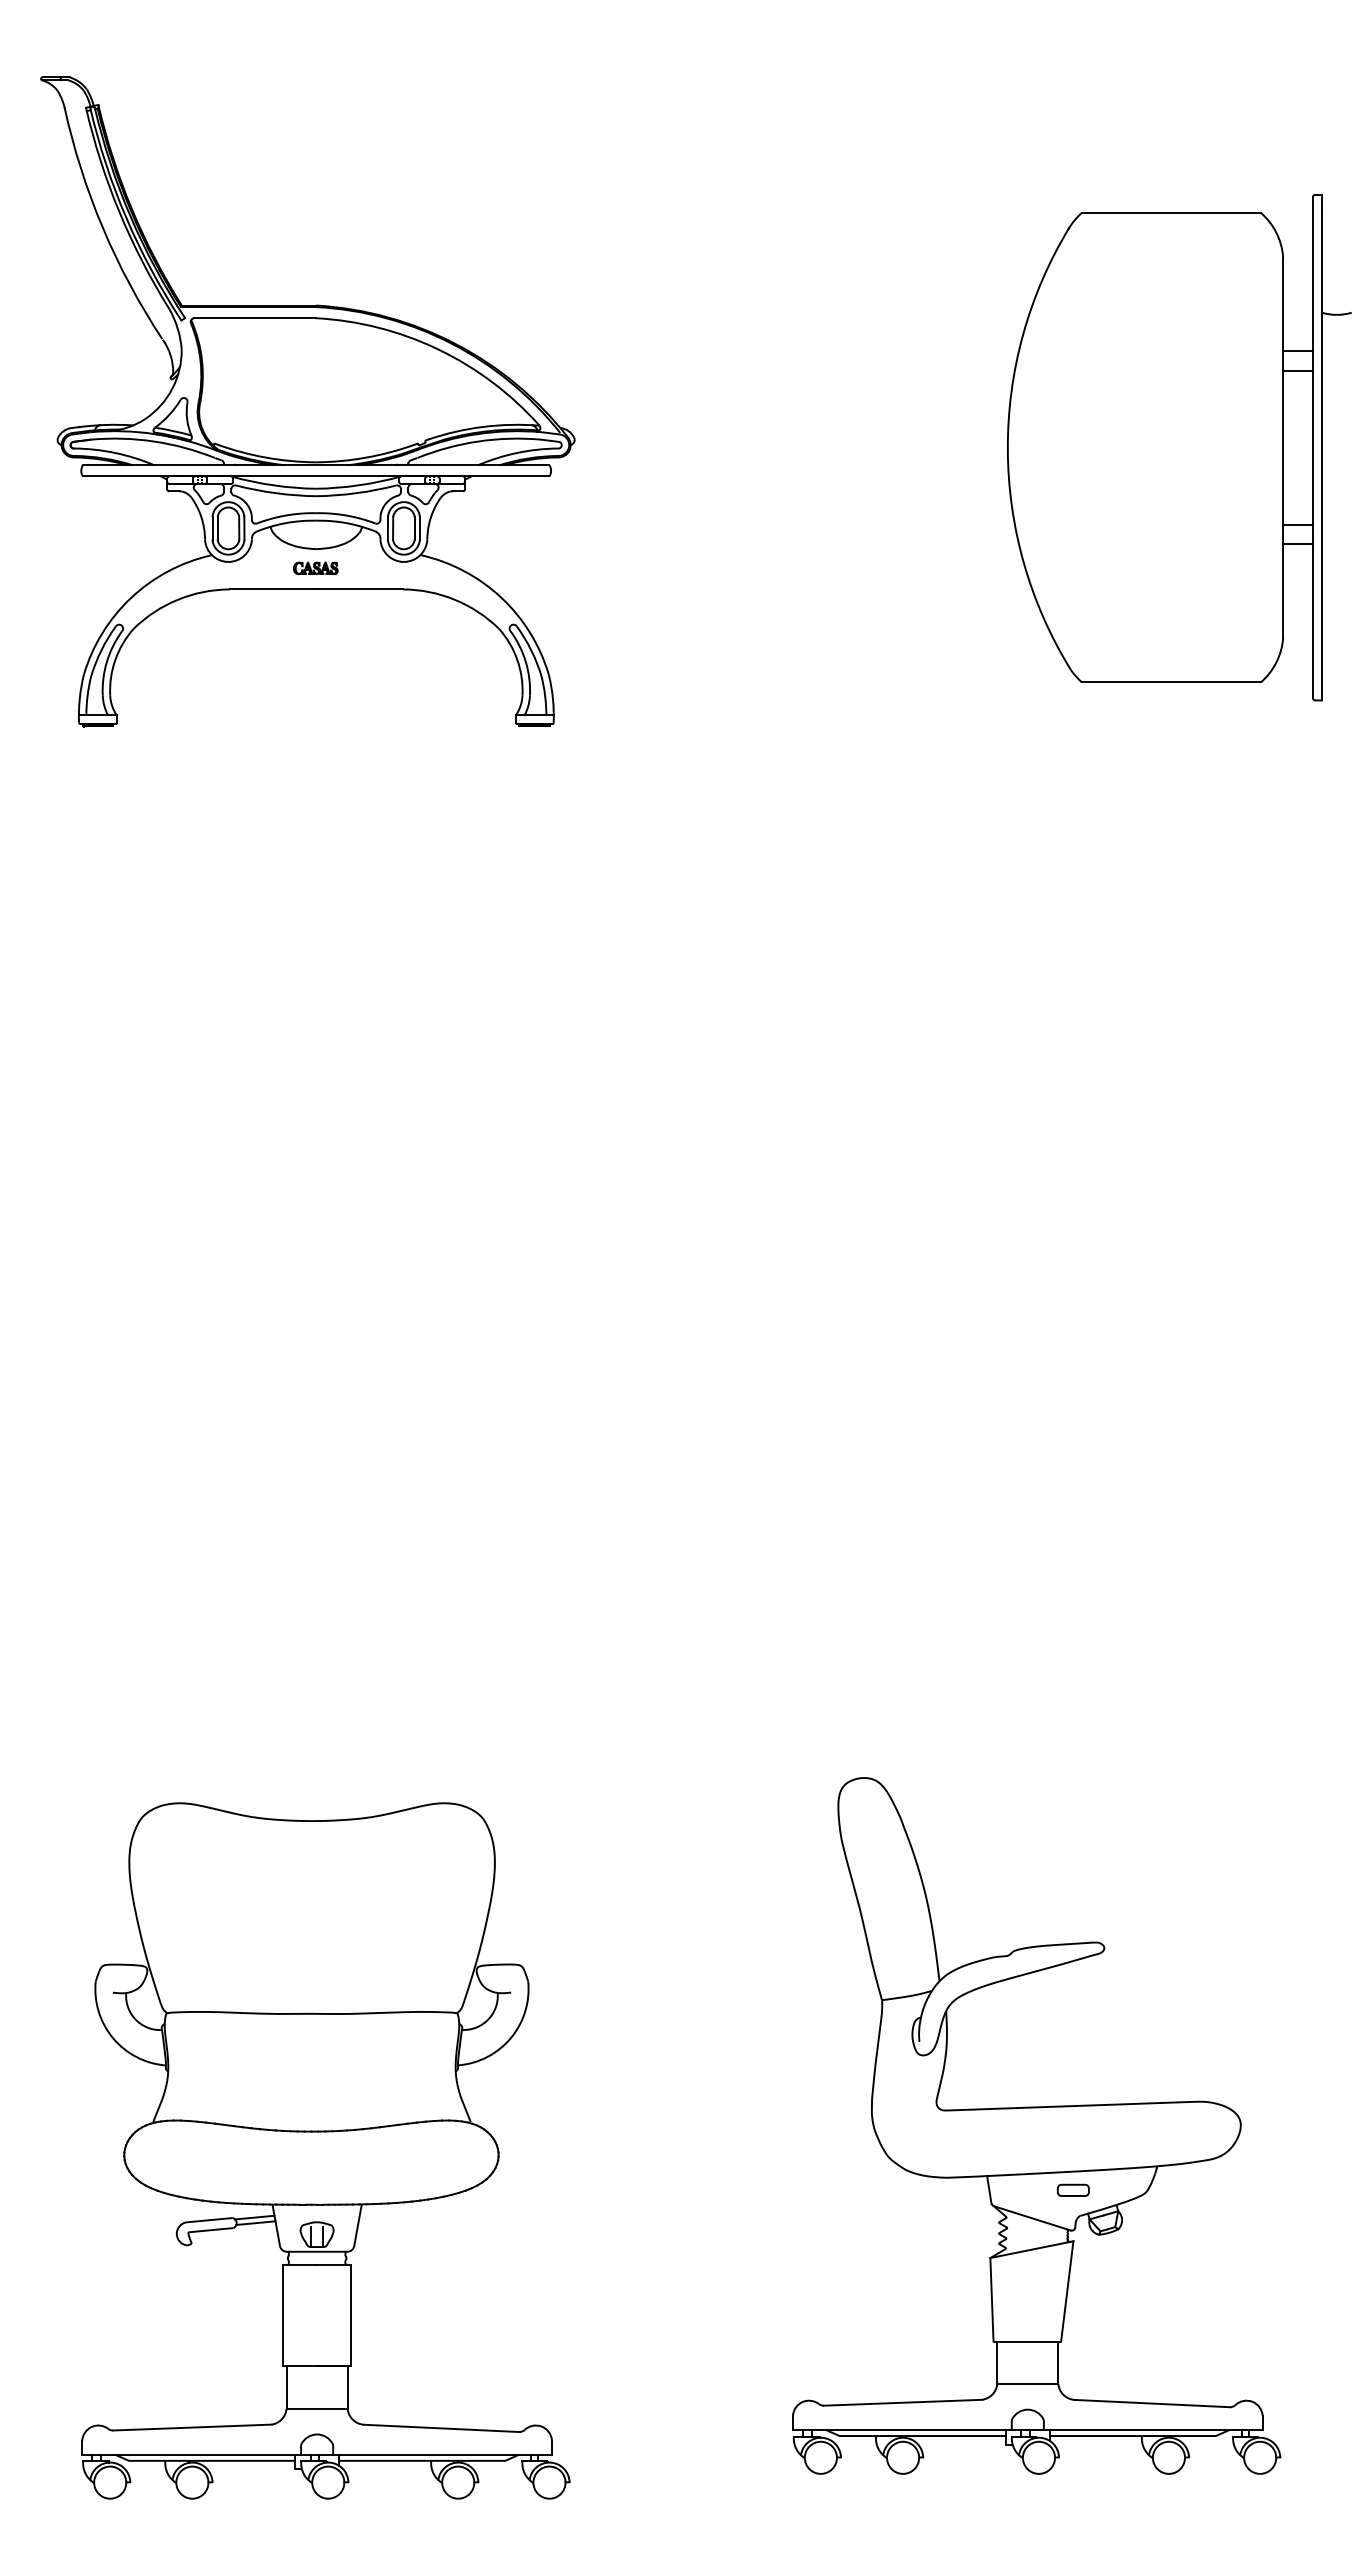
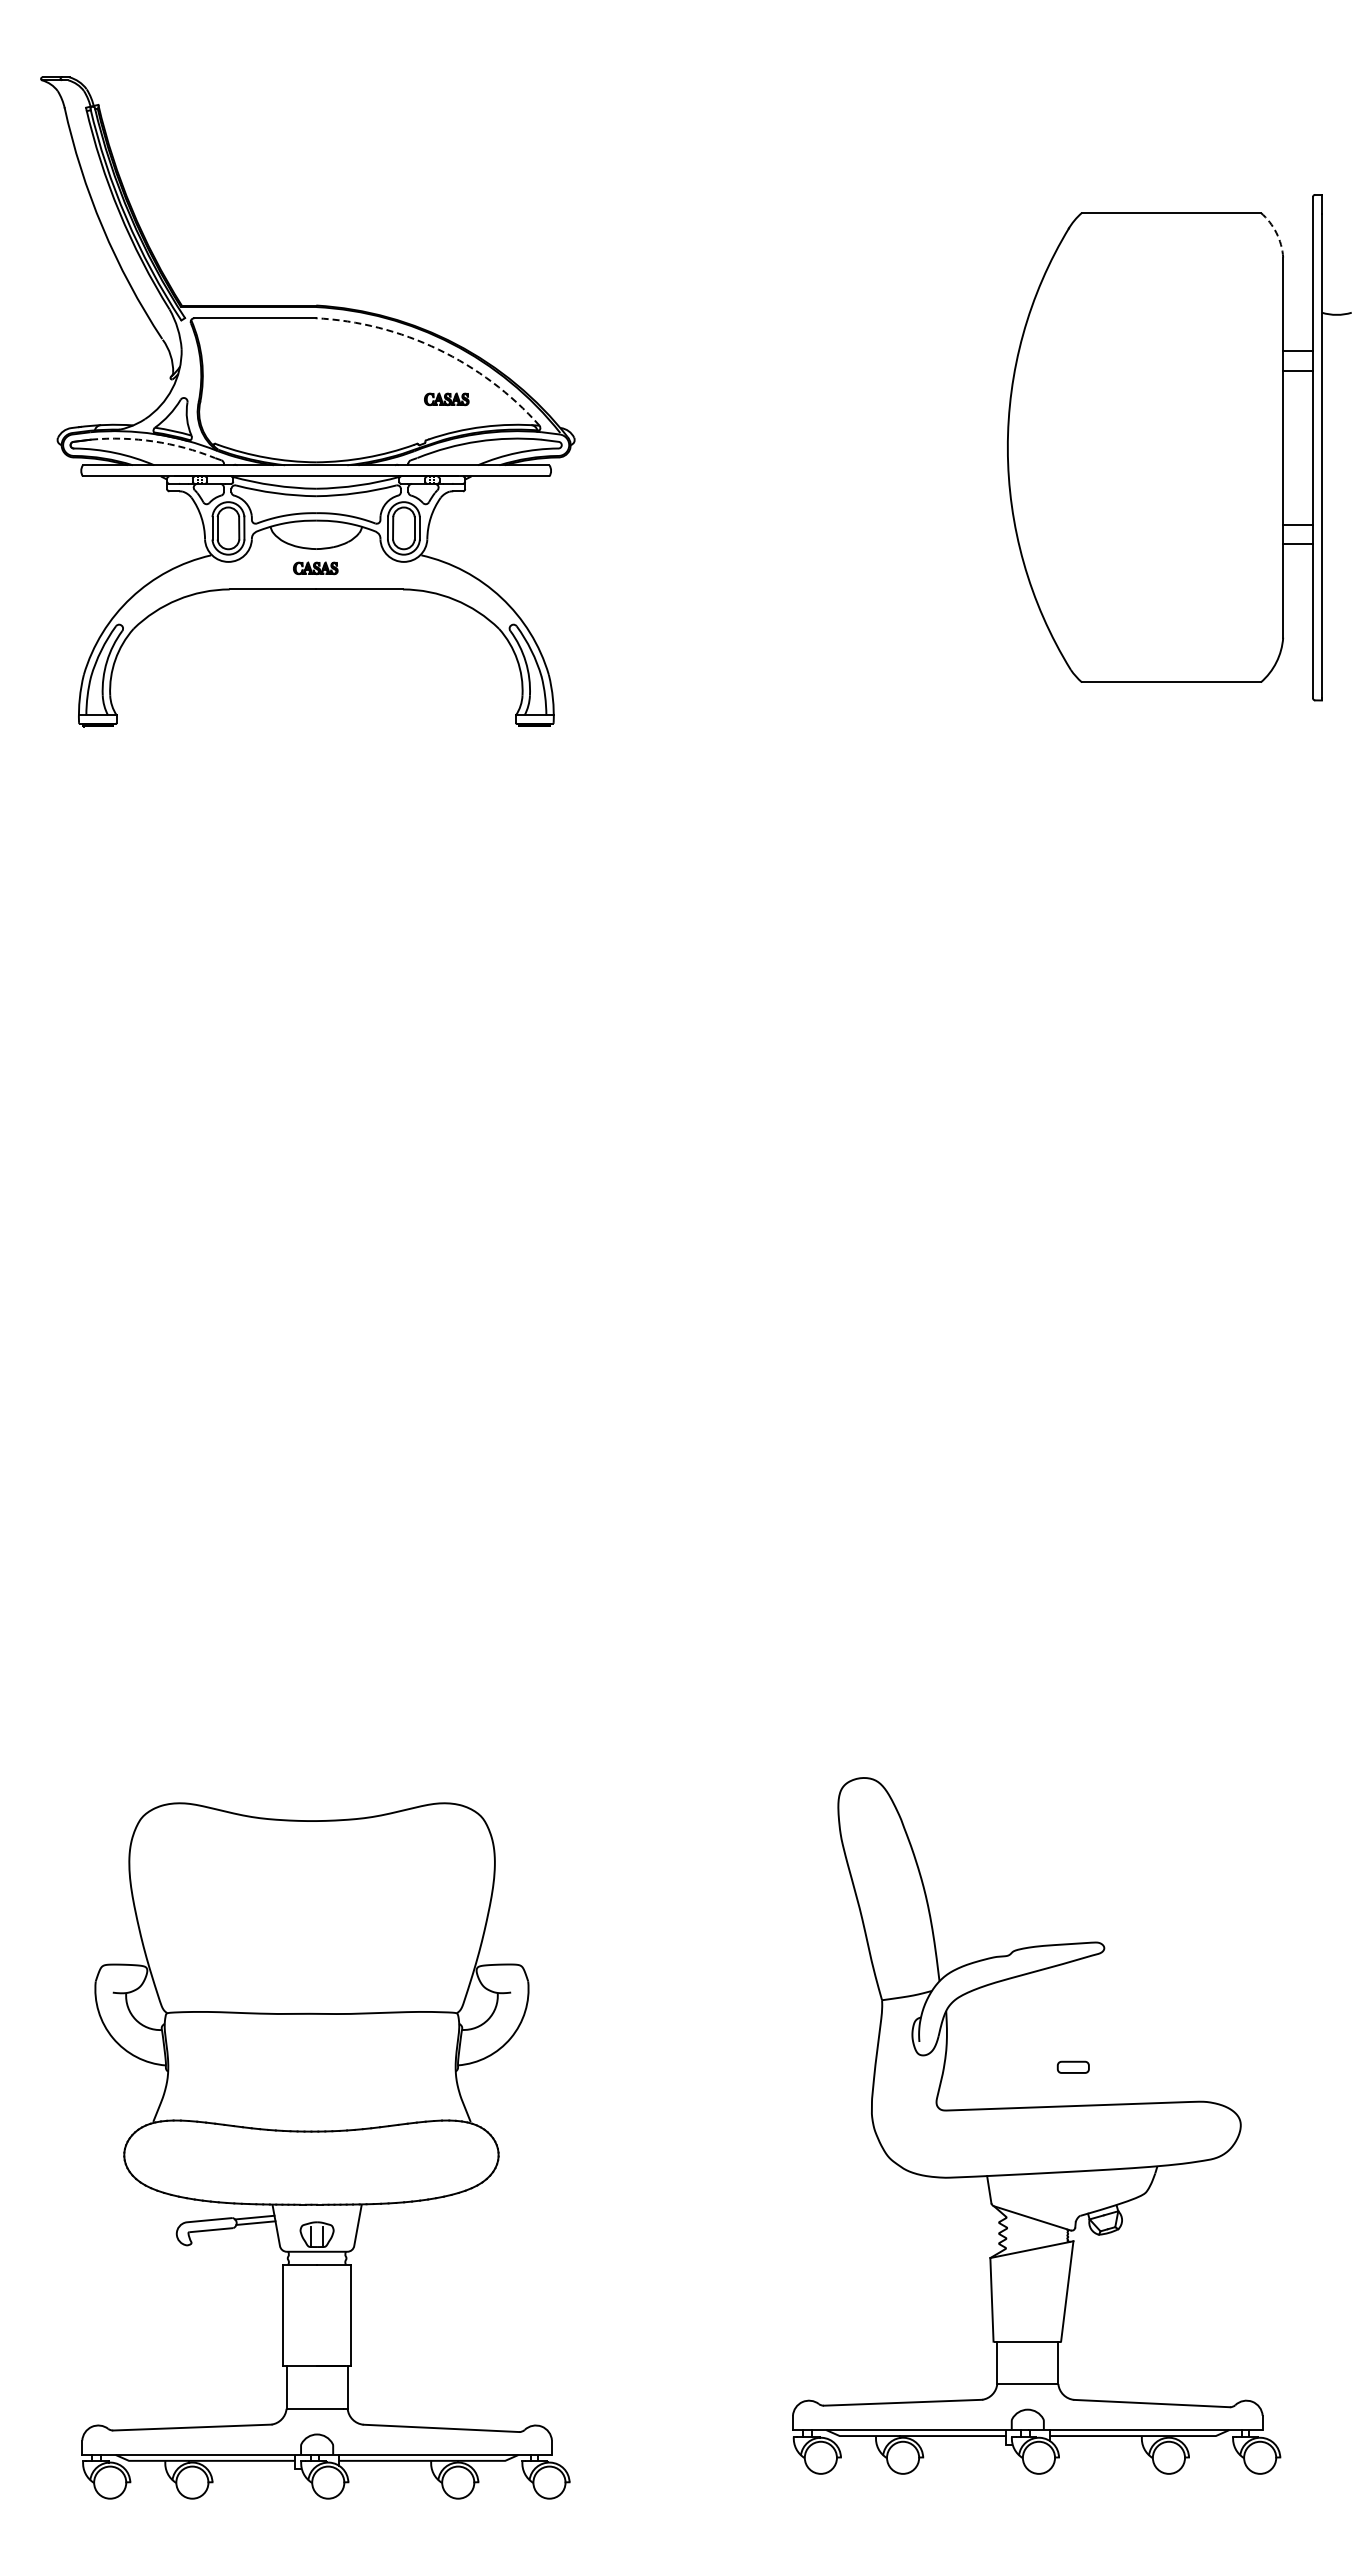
arc at (1276, 232): solid -> dashed
arc at (438, 349): solid -> dashed
part at (446, 399): none -> present
line at (154, 441): solid -> dashed
part at (1072, 2189) position: (1072, 2189) -> (1072, 2066)
